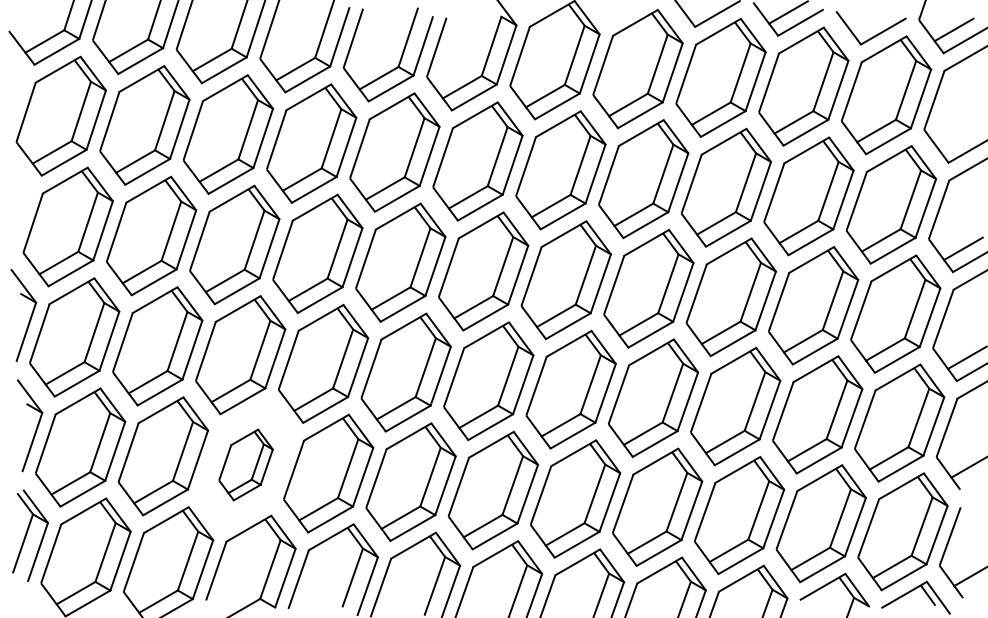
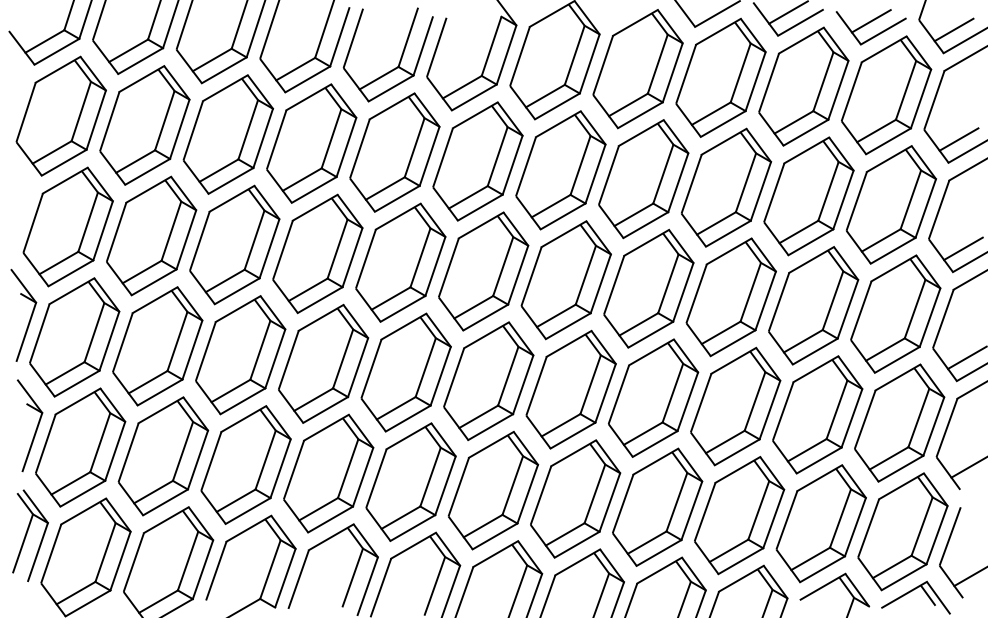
line at (870, 21): none -> present
line at (958, 139): none -> present
part at (245, 464) size: 56x74 px -> 92x120 px
